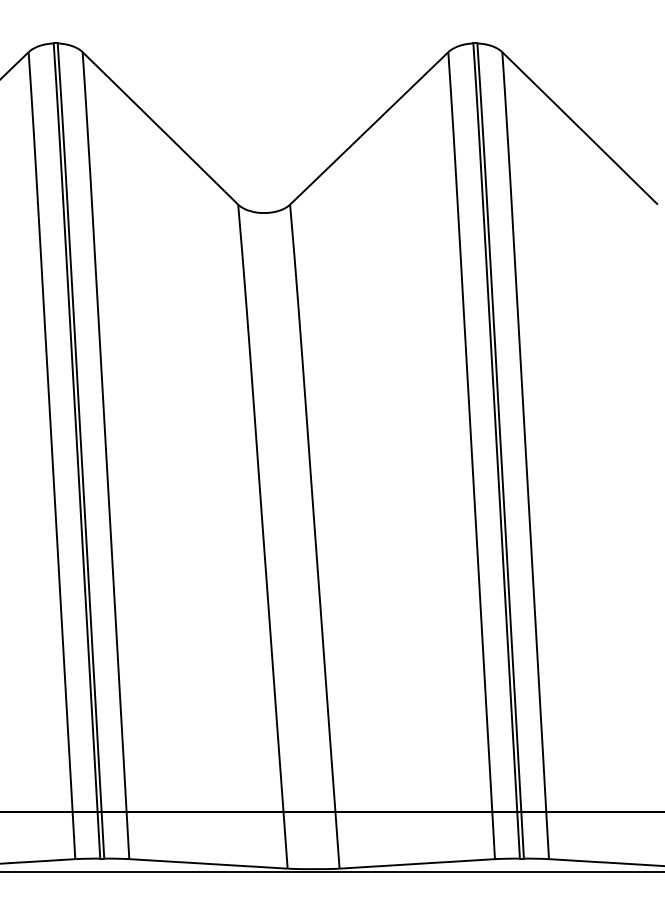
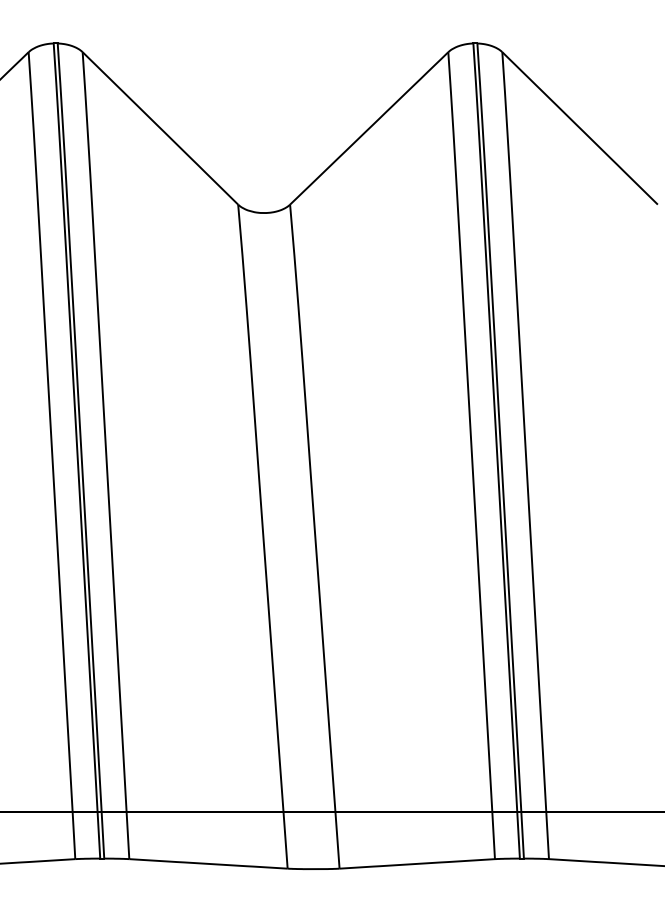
line at (331, 872): present -> none
